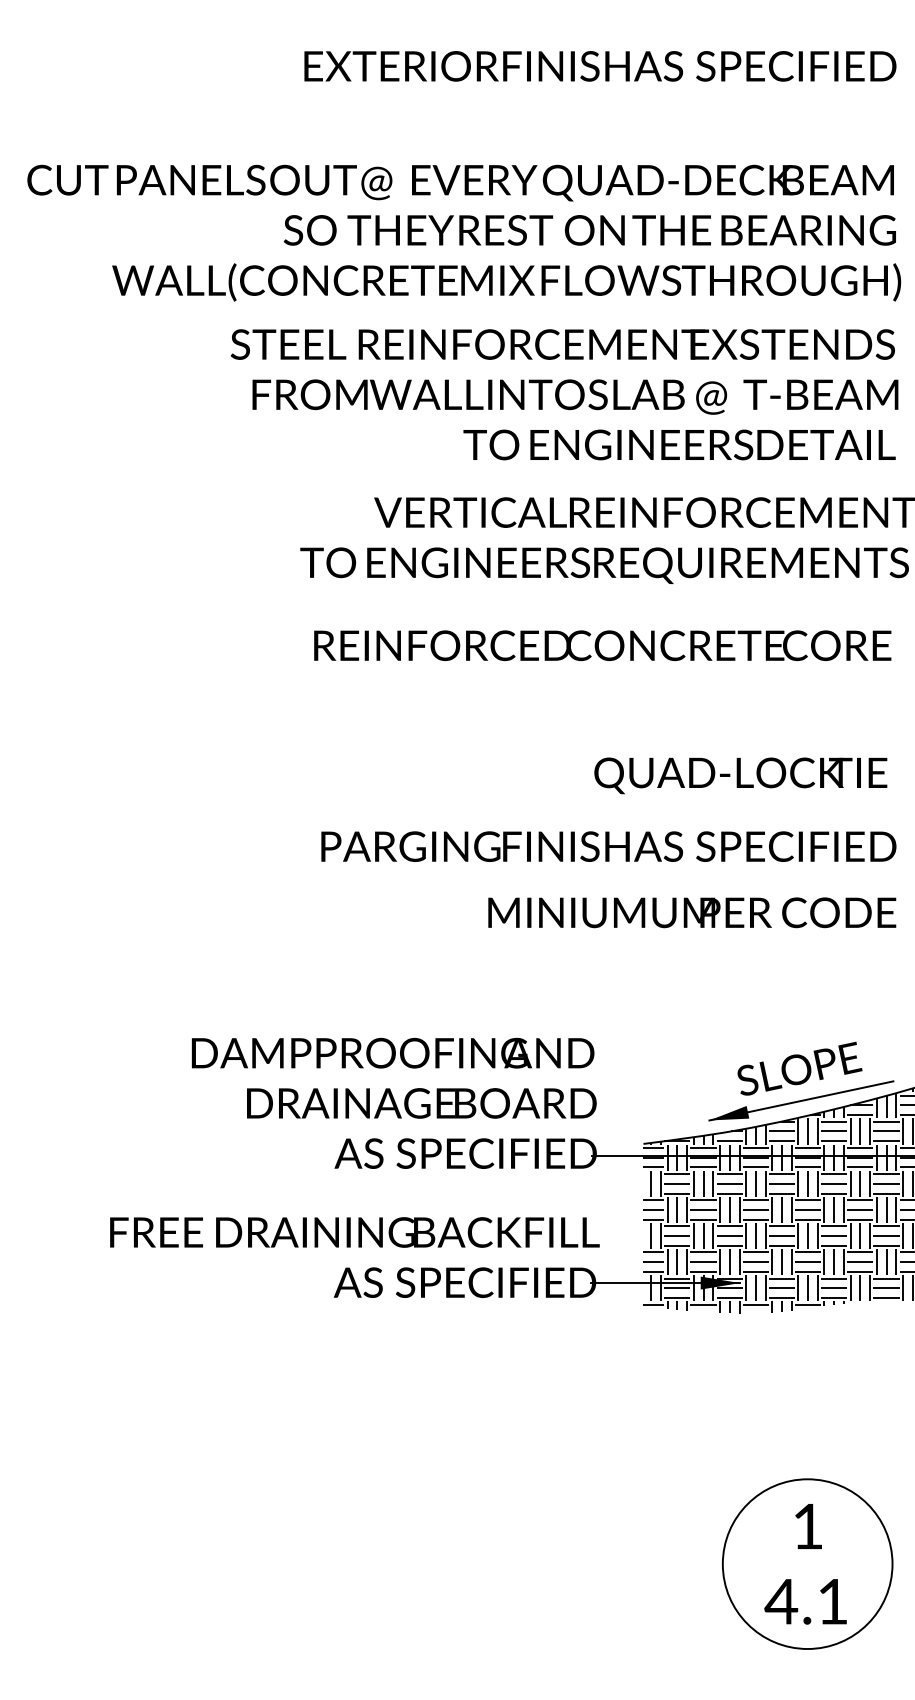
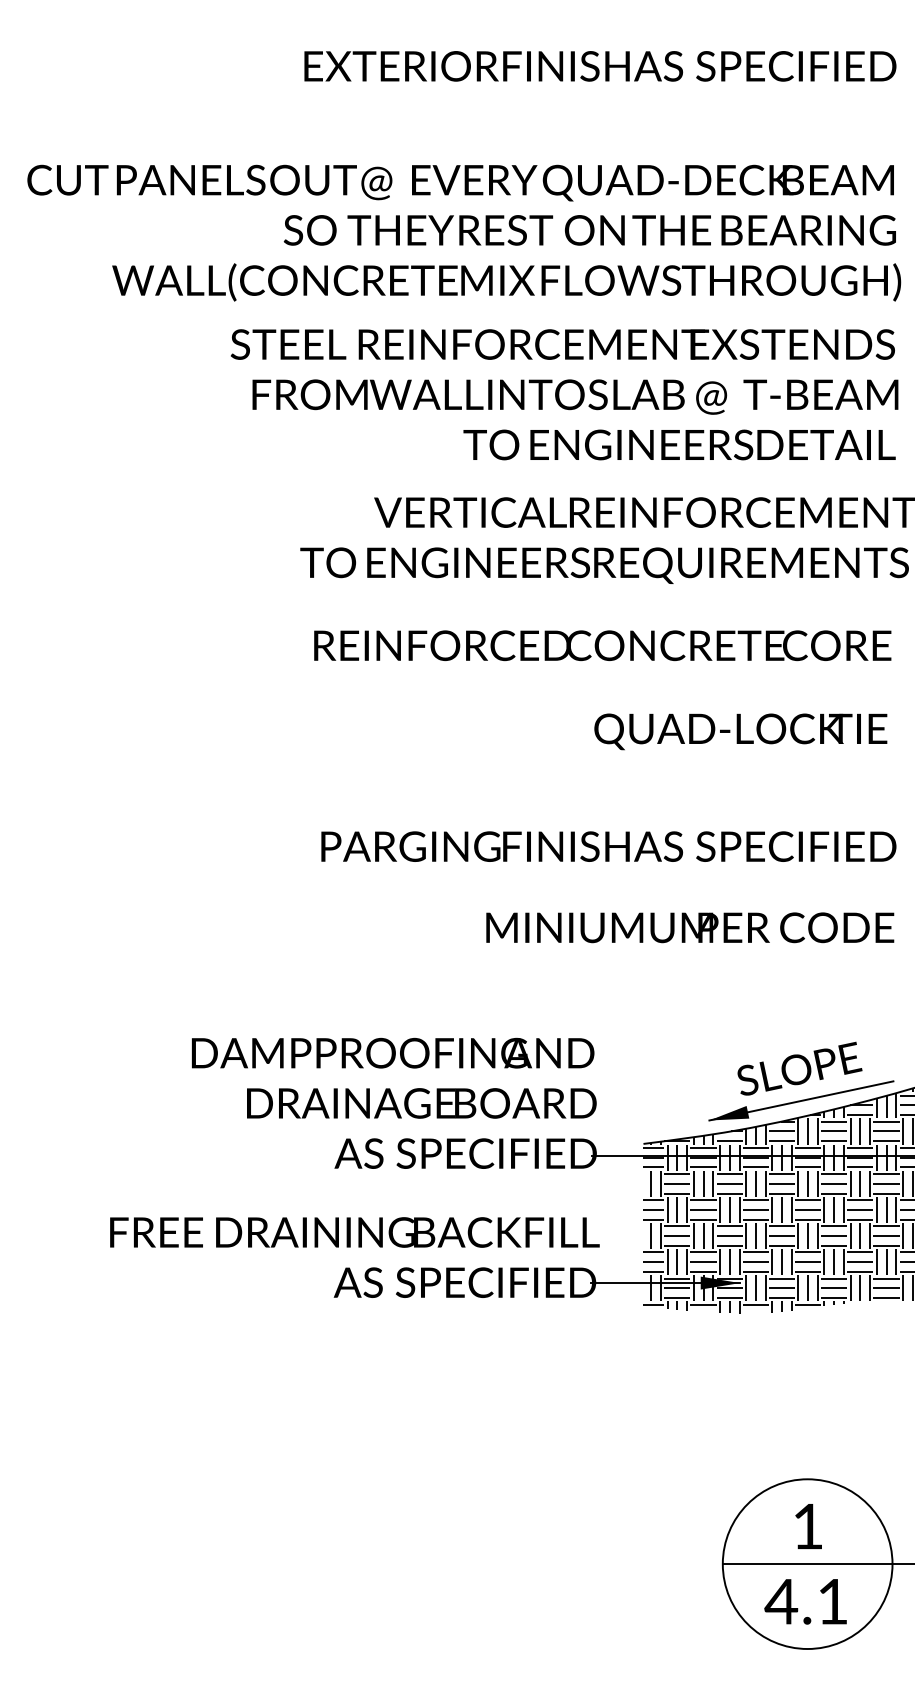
text at (740, 775) position: (740, 775) -> (740, 731)
text at (692, 912) position: (692, 912) -> (690, 927)
line at (816, 1564): none -> present
